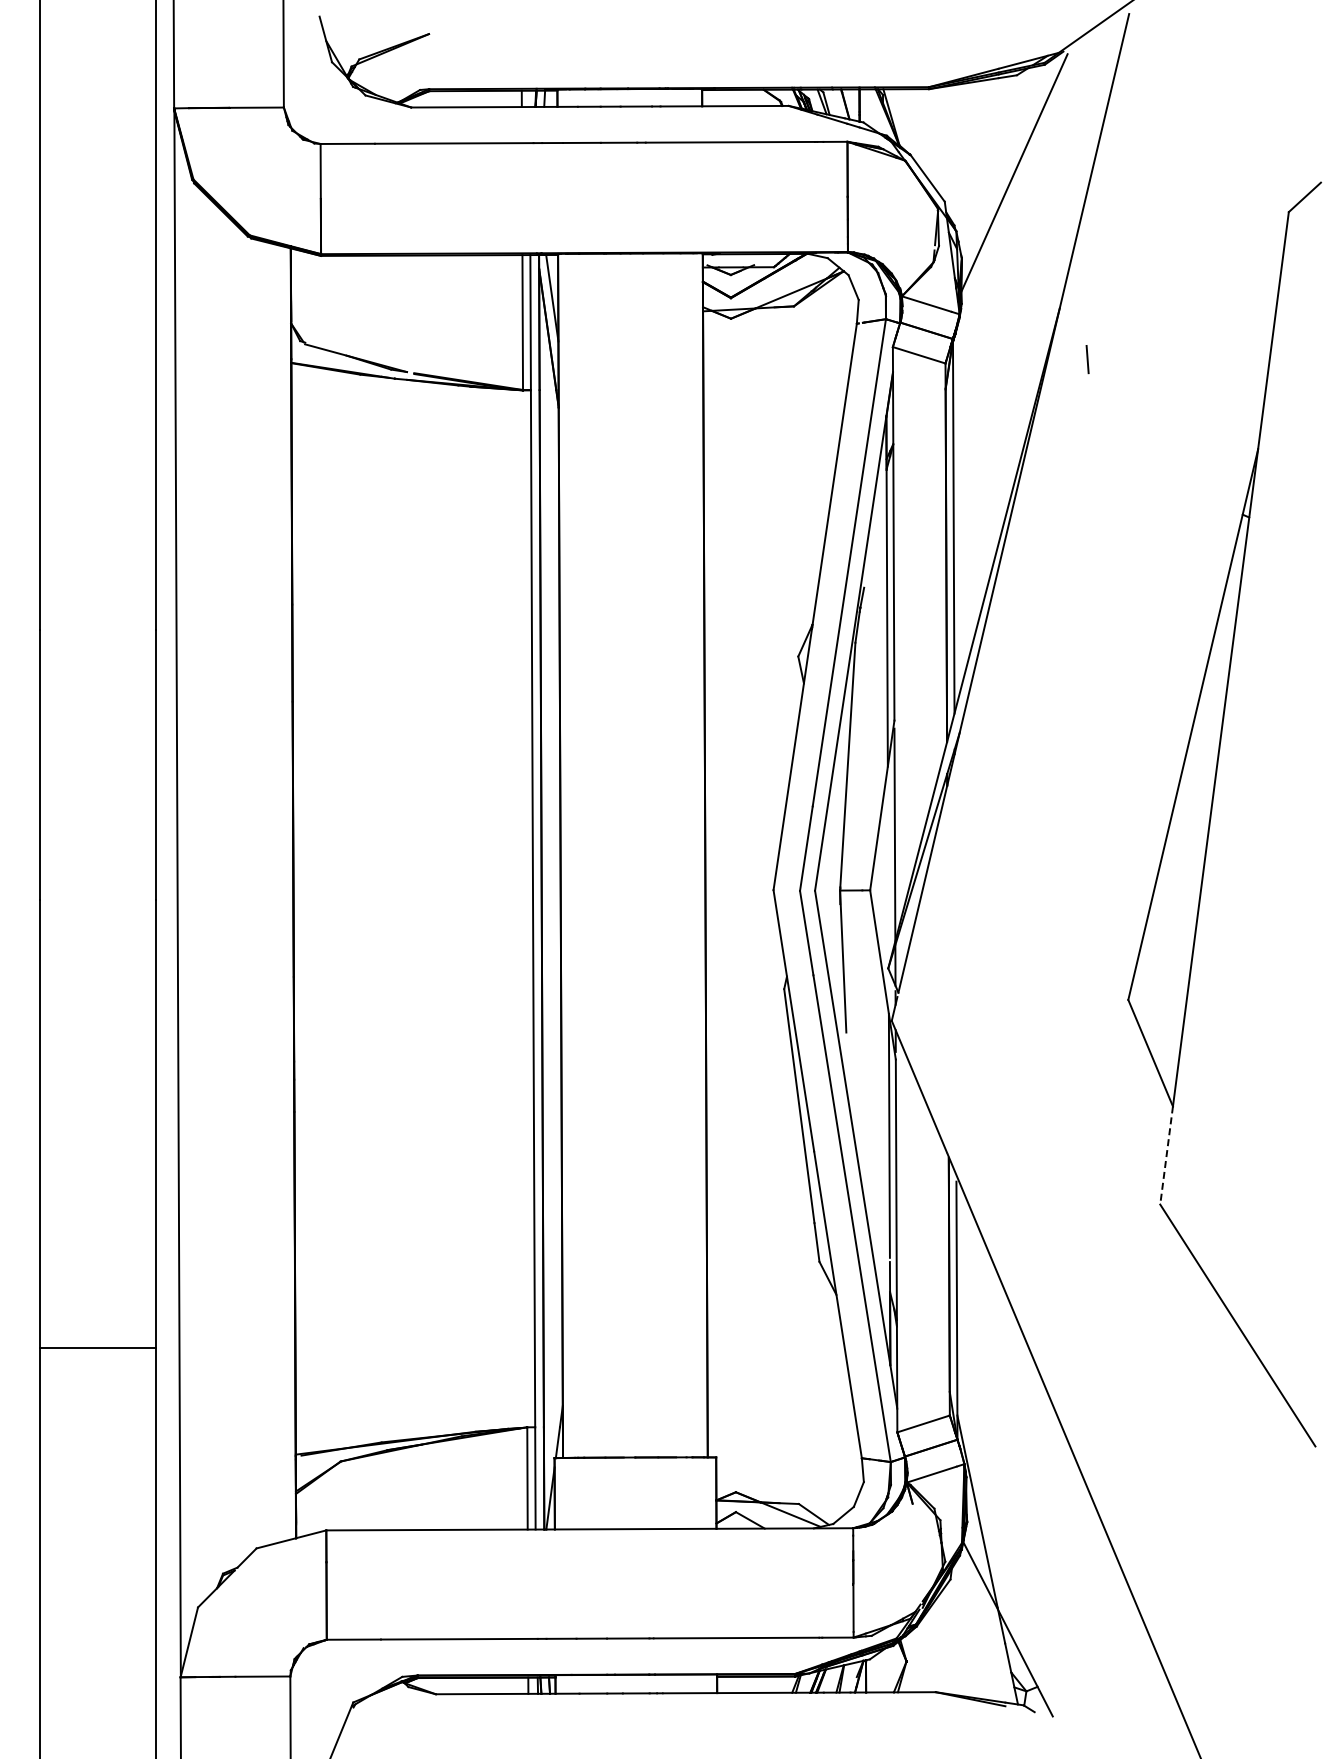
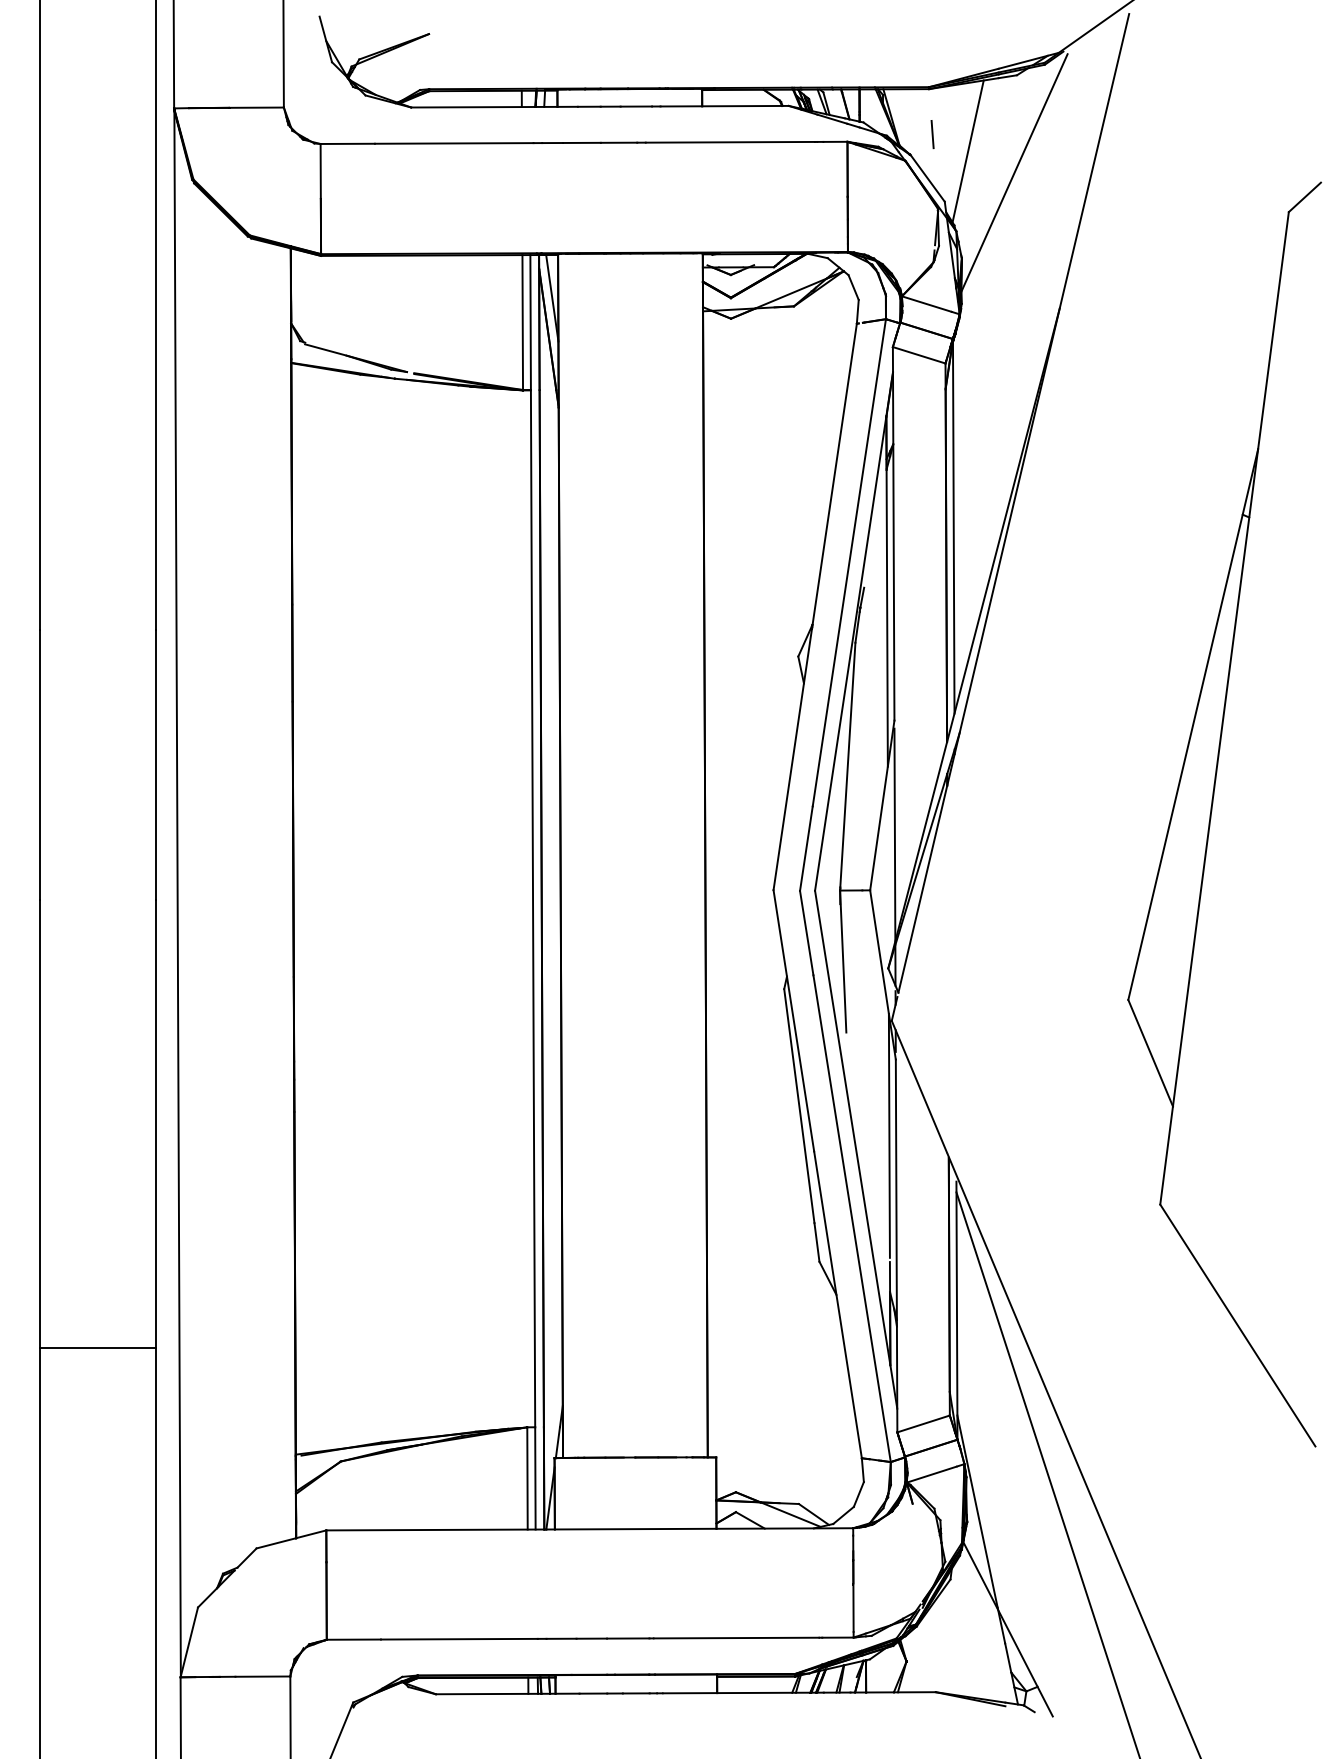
line at (967, 151): none -> present
line at (1087, 359) position: (1087, 359) -> (932, 134)
line at (1166, 1156): dashed -> solid
line at (1047, 1473): none -> present
